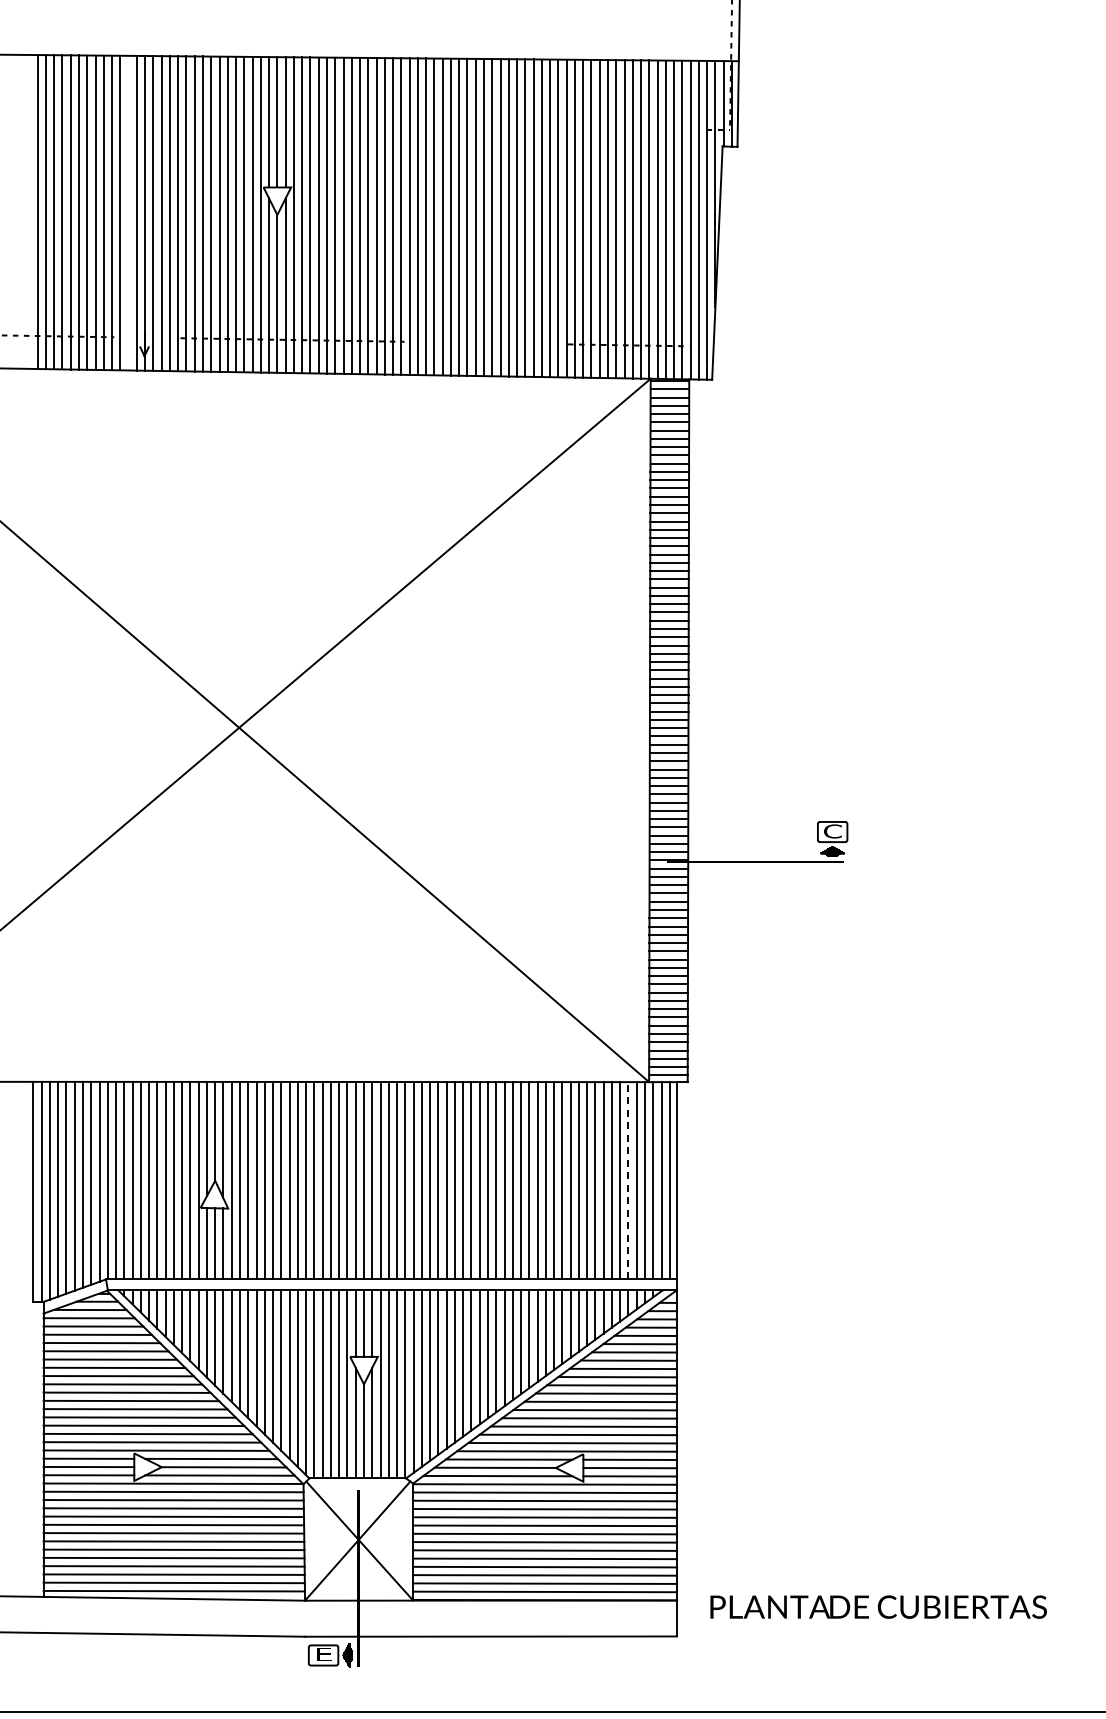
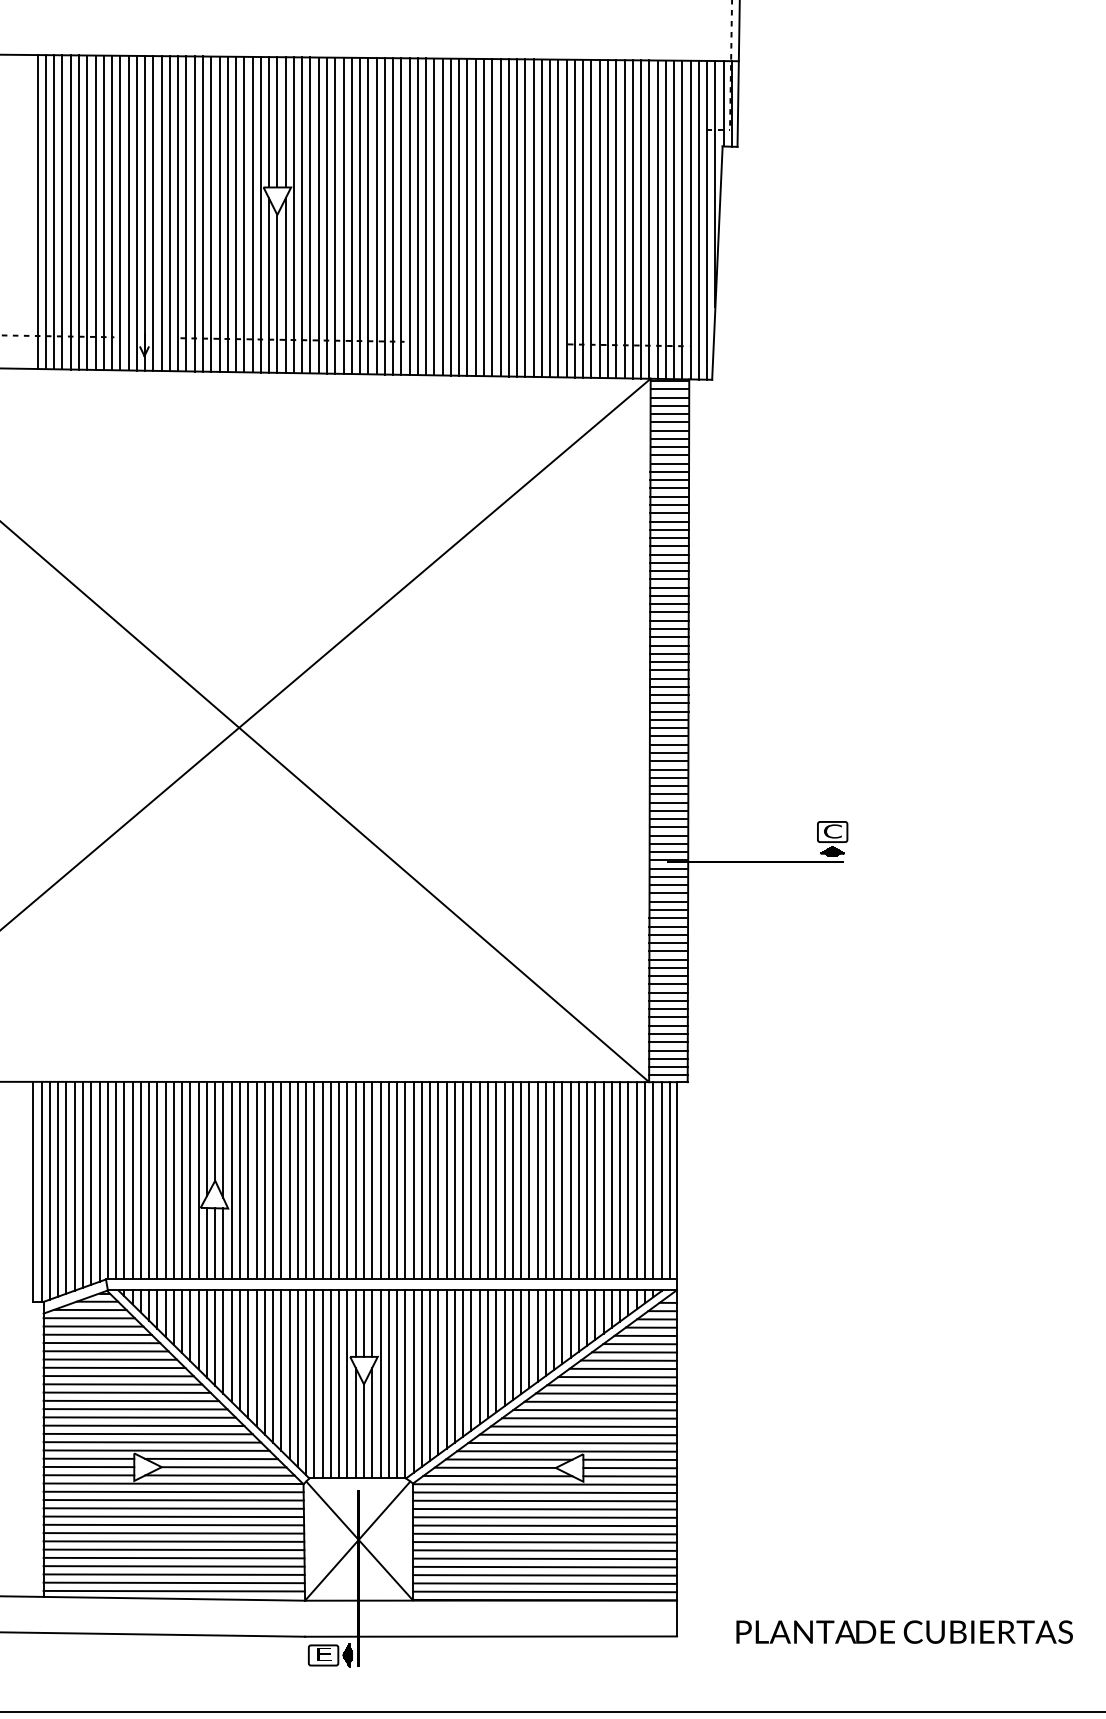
line at (128, 212): none -> present
line at (628, 1180): dashed -> solid
text at (878, 1606) position: (878, 1606) -> (904, 1631)
